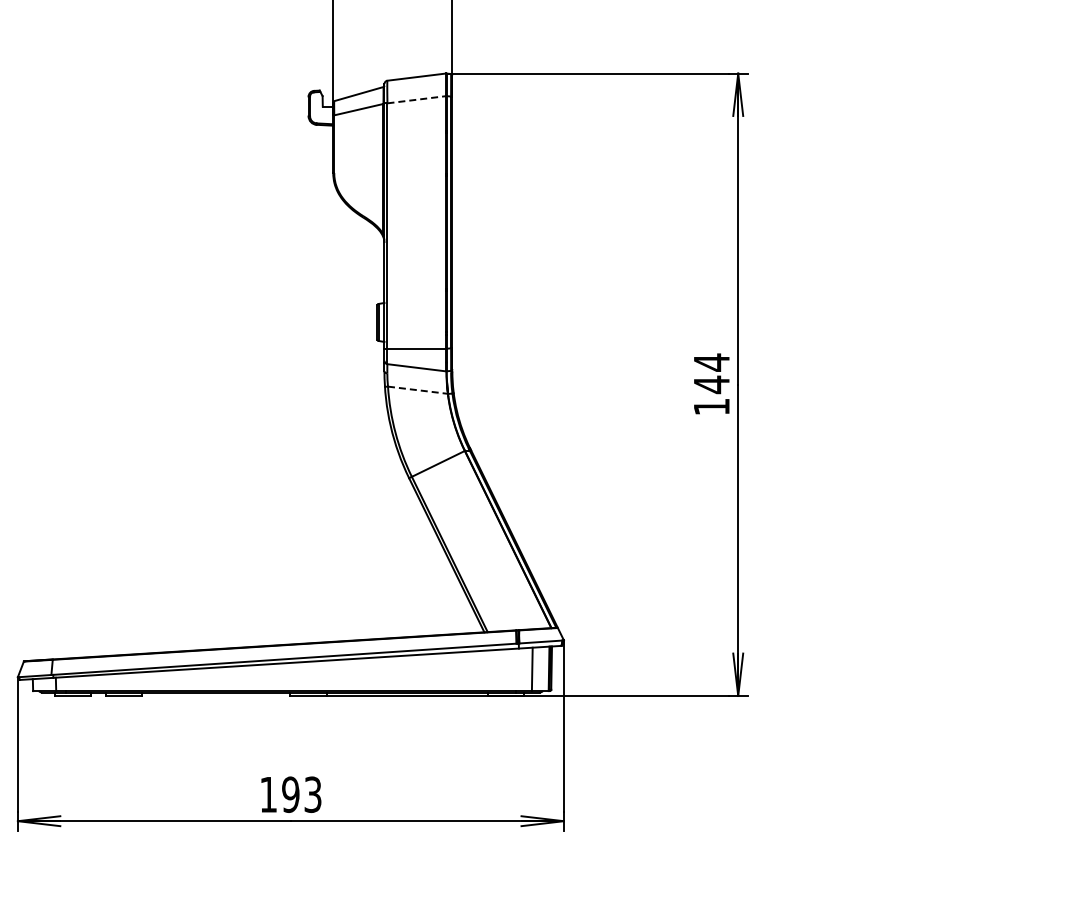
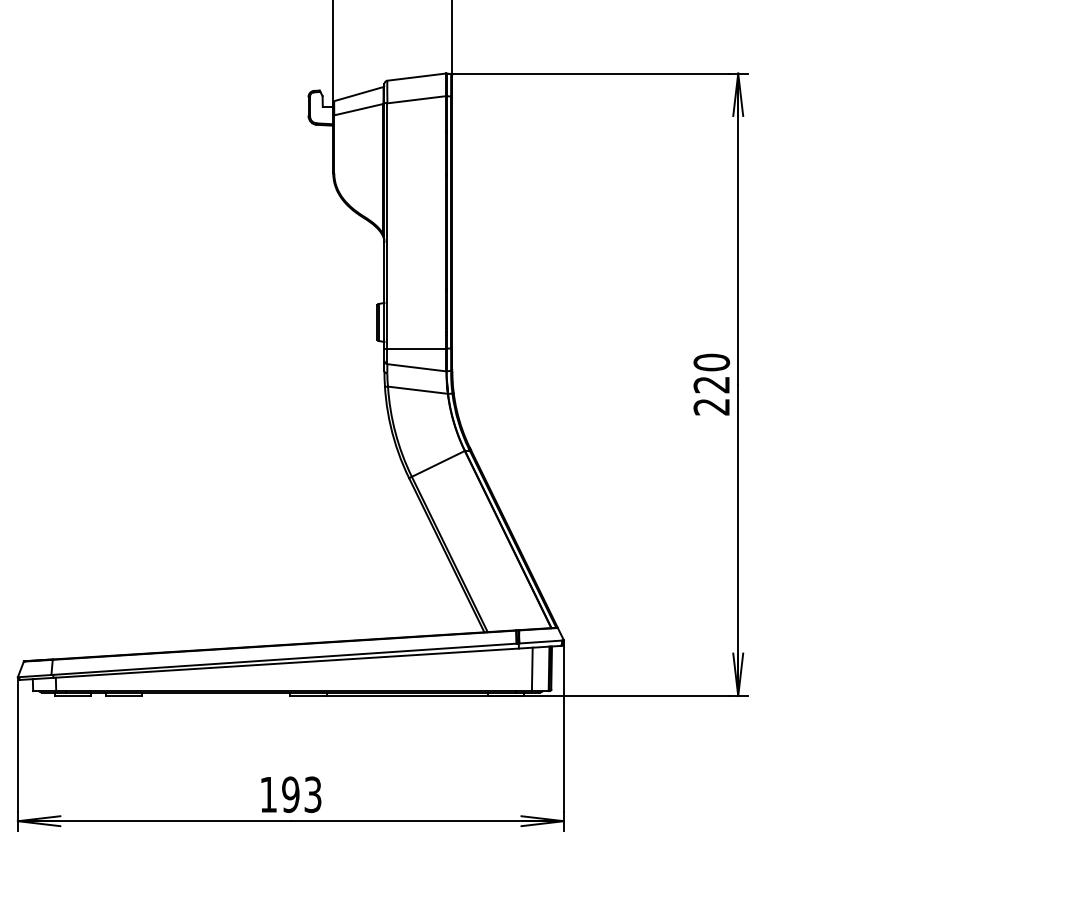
line at (416, 99): dashed -> solid
text at (711, 384): 144 -> 220
line at (418, 390): dashed -> solid
